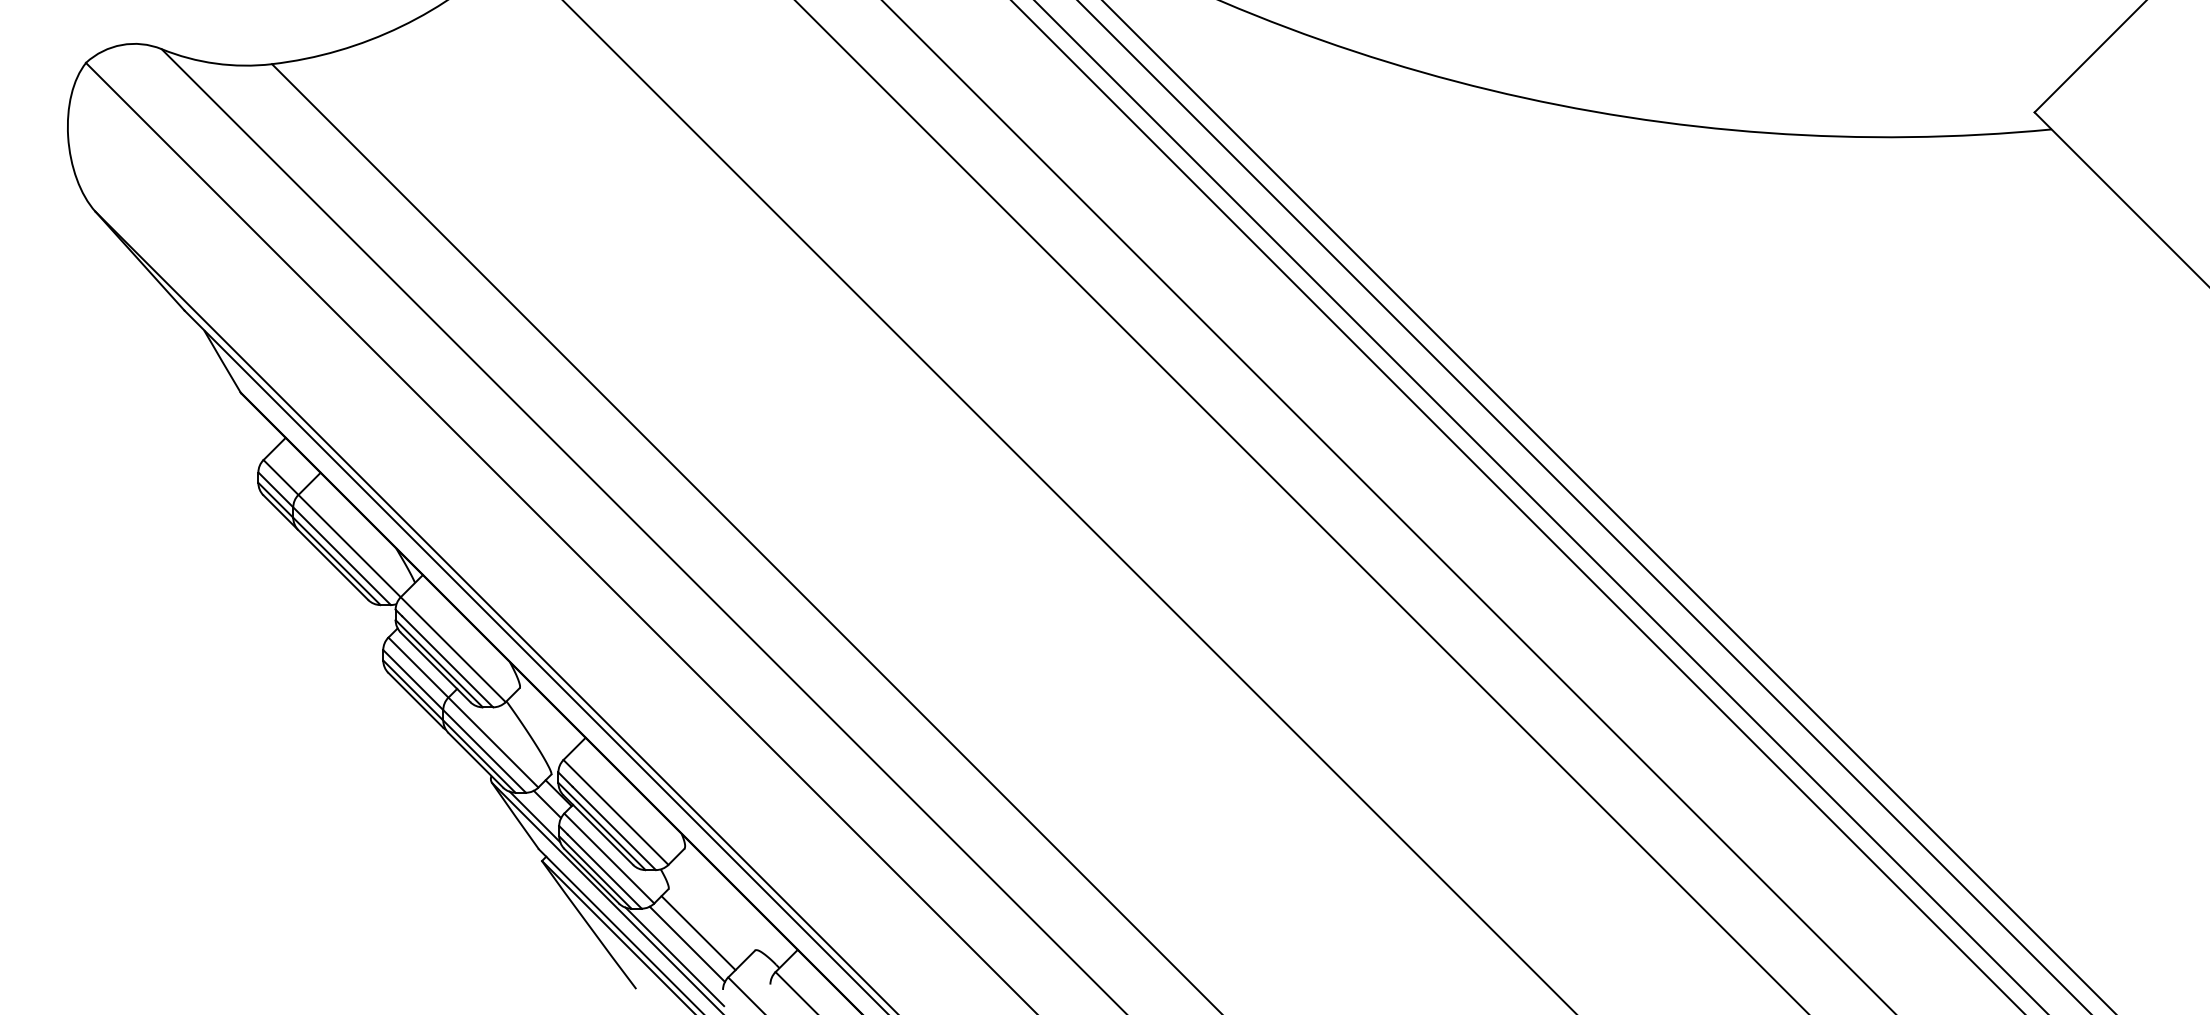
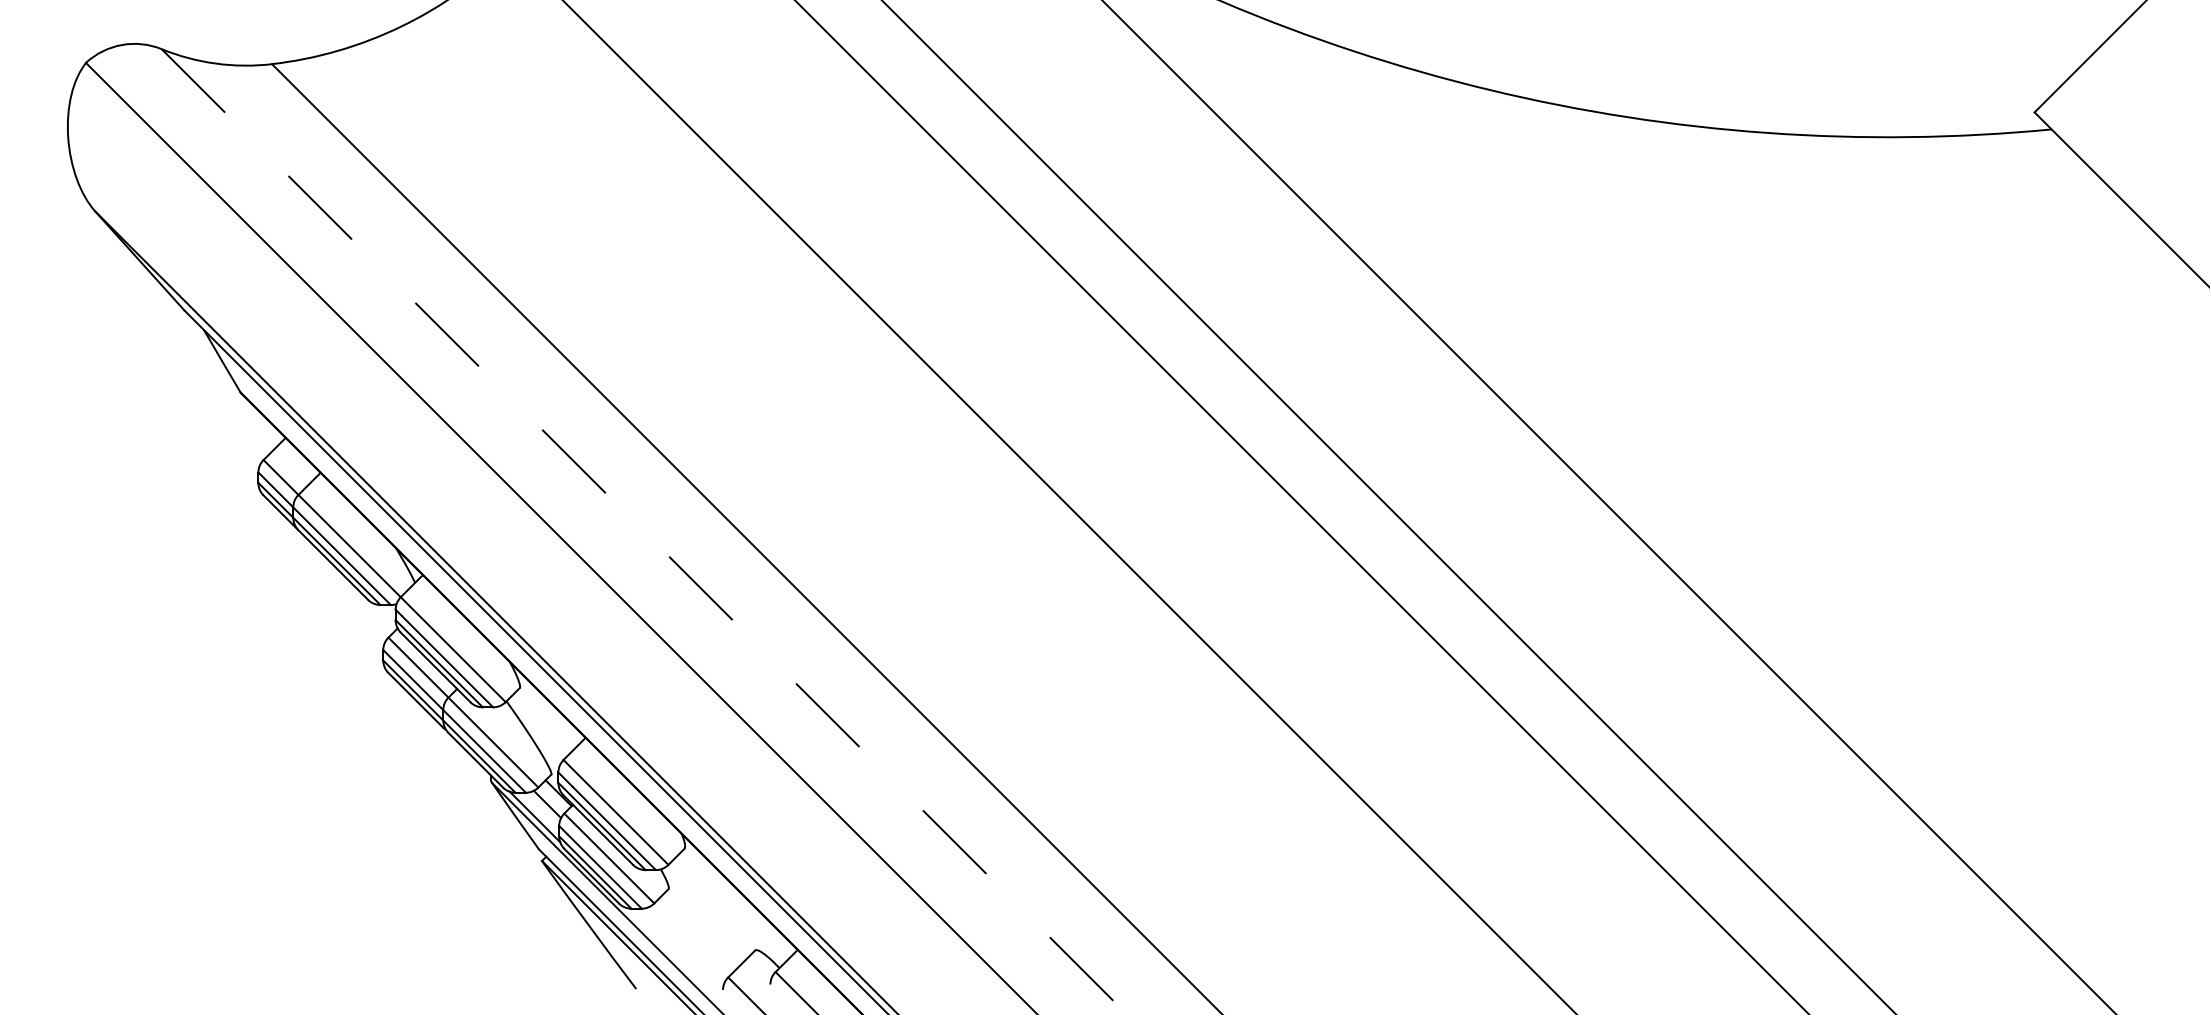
line at (1517, 506): present -> none
line at (1540, 506): present -> none
line at (1583, 506): present -> none
line at (644, 531): solid -> dashed
line at (698, 933): present -> none
line at (687, 943): present -> none
line at (674, 956): present -> none
